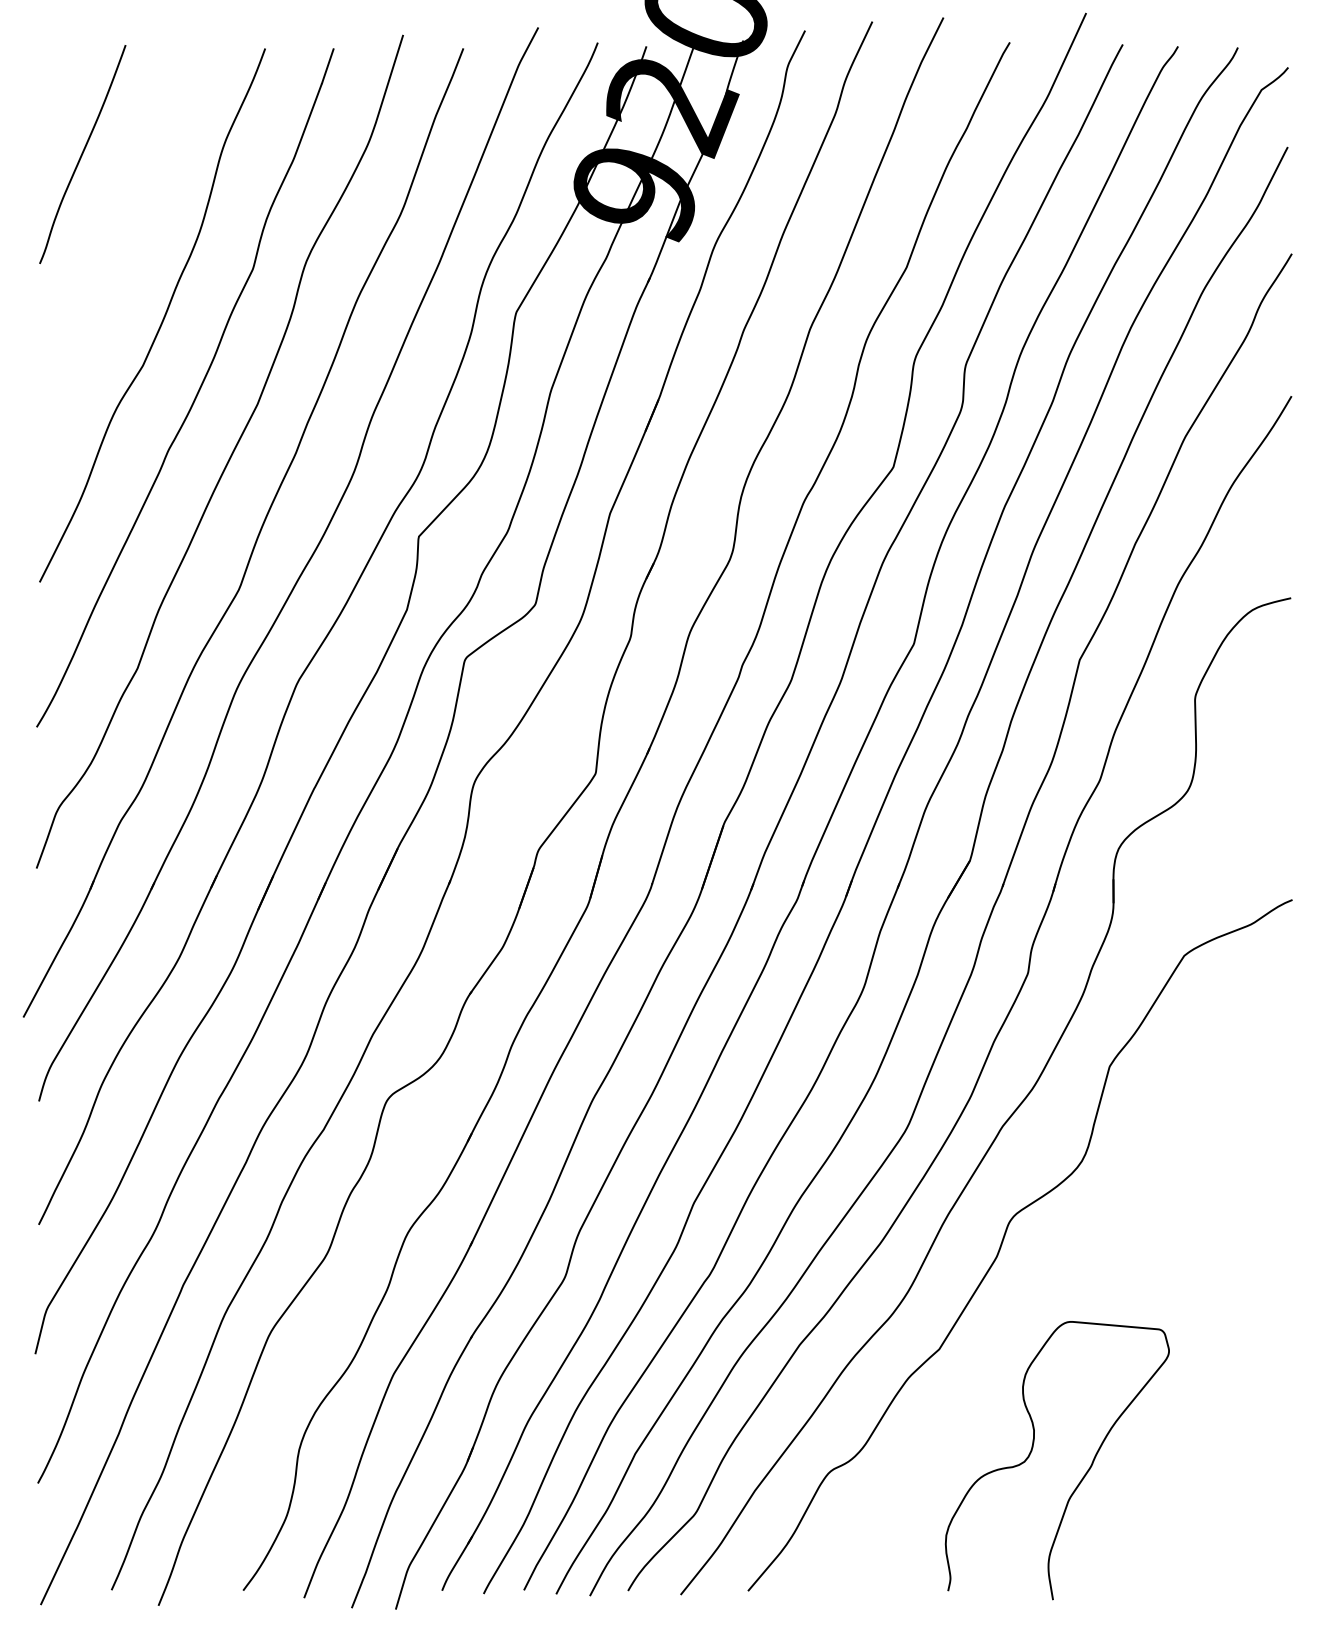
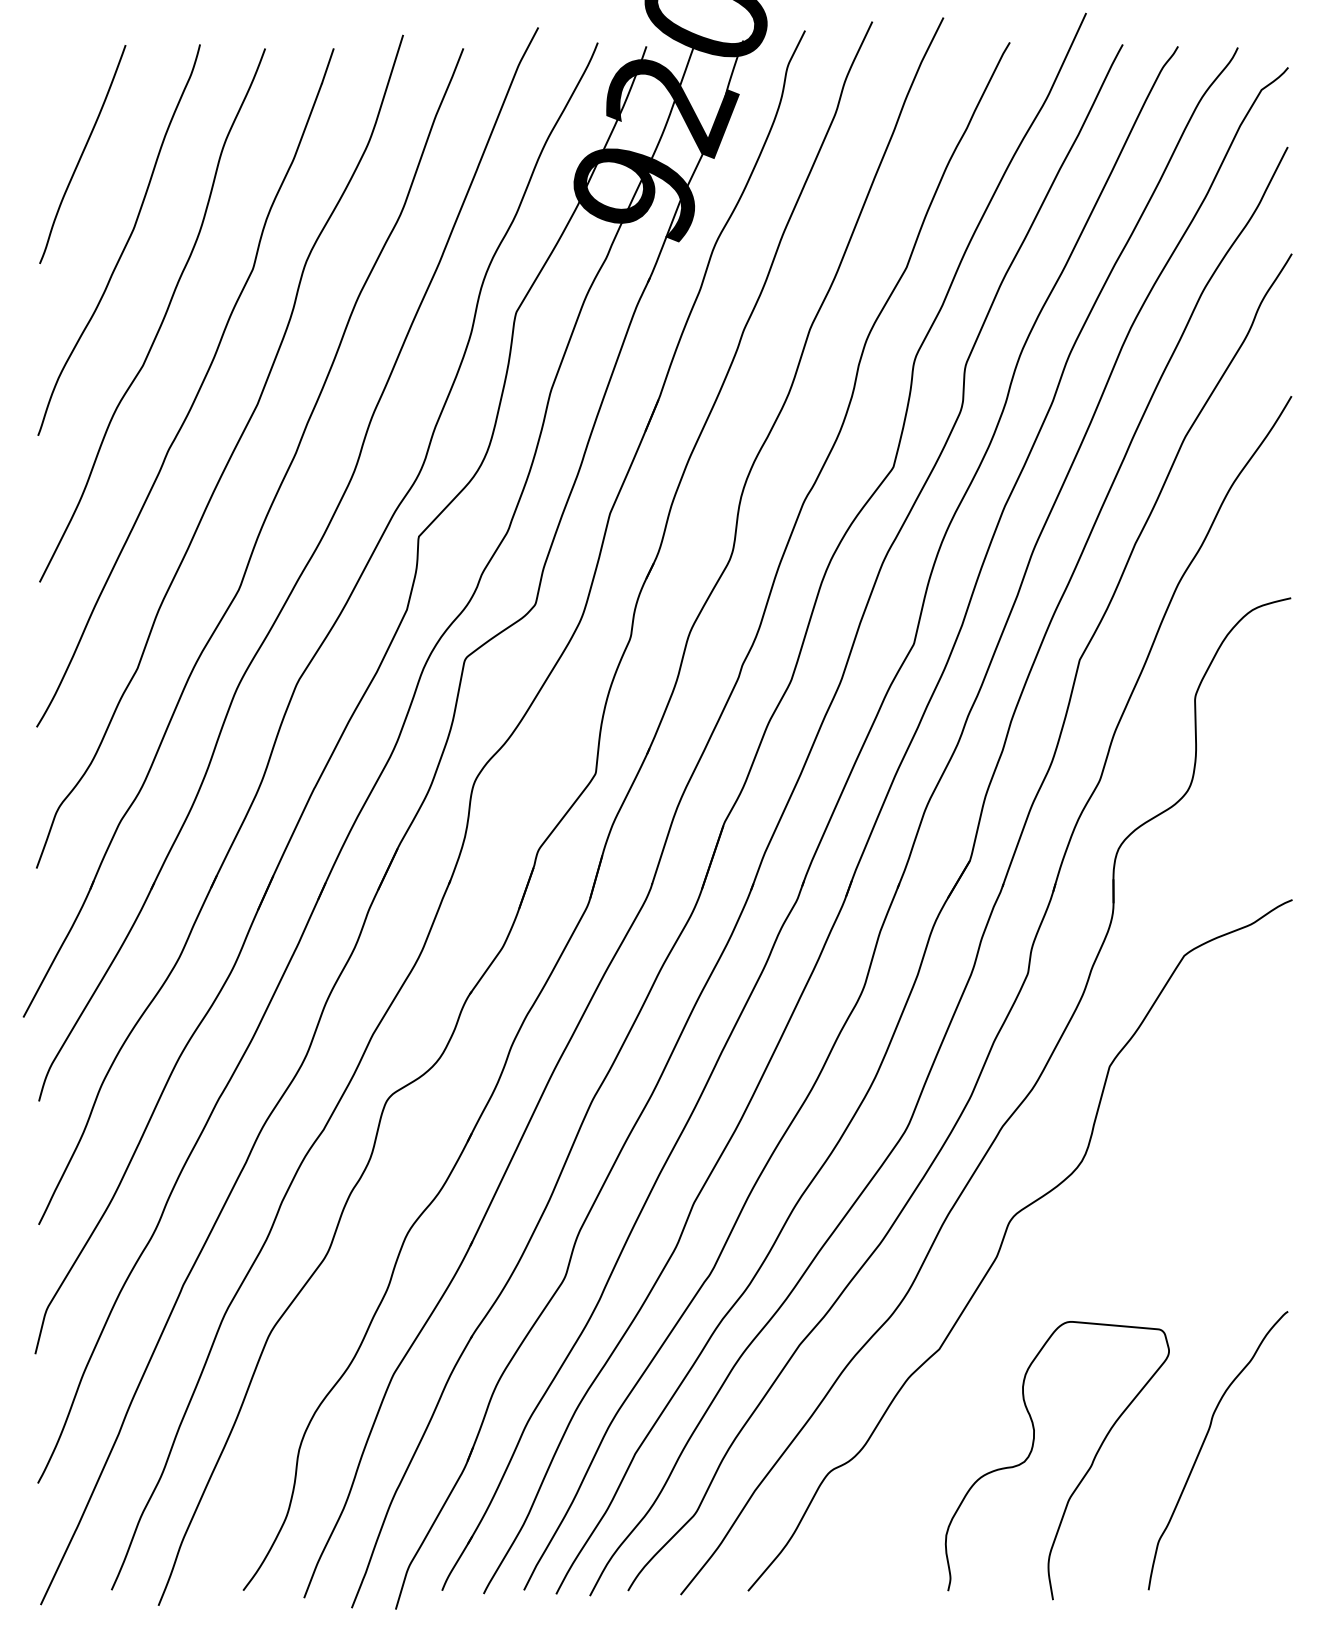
curve at (125, 243): none -> present
curve at (1204, 1443): none -> present
